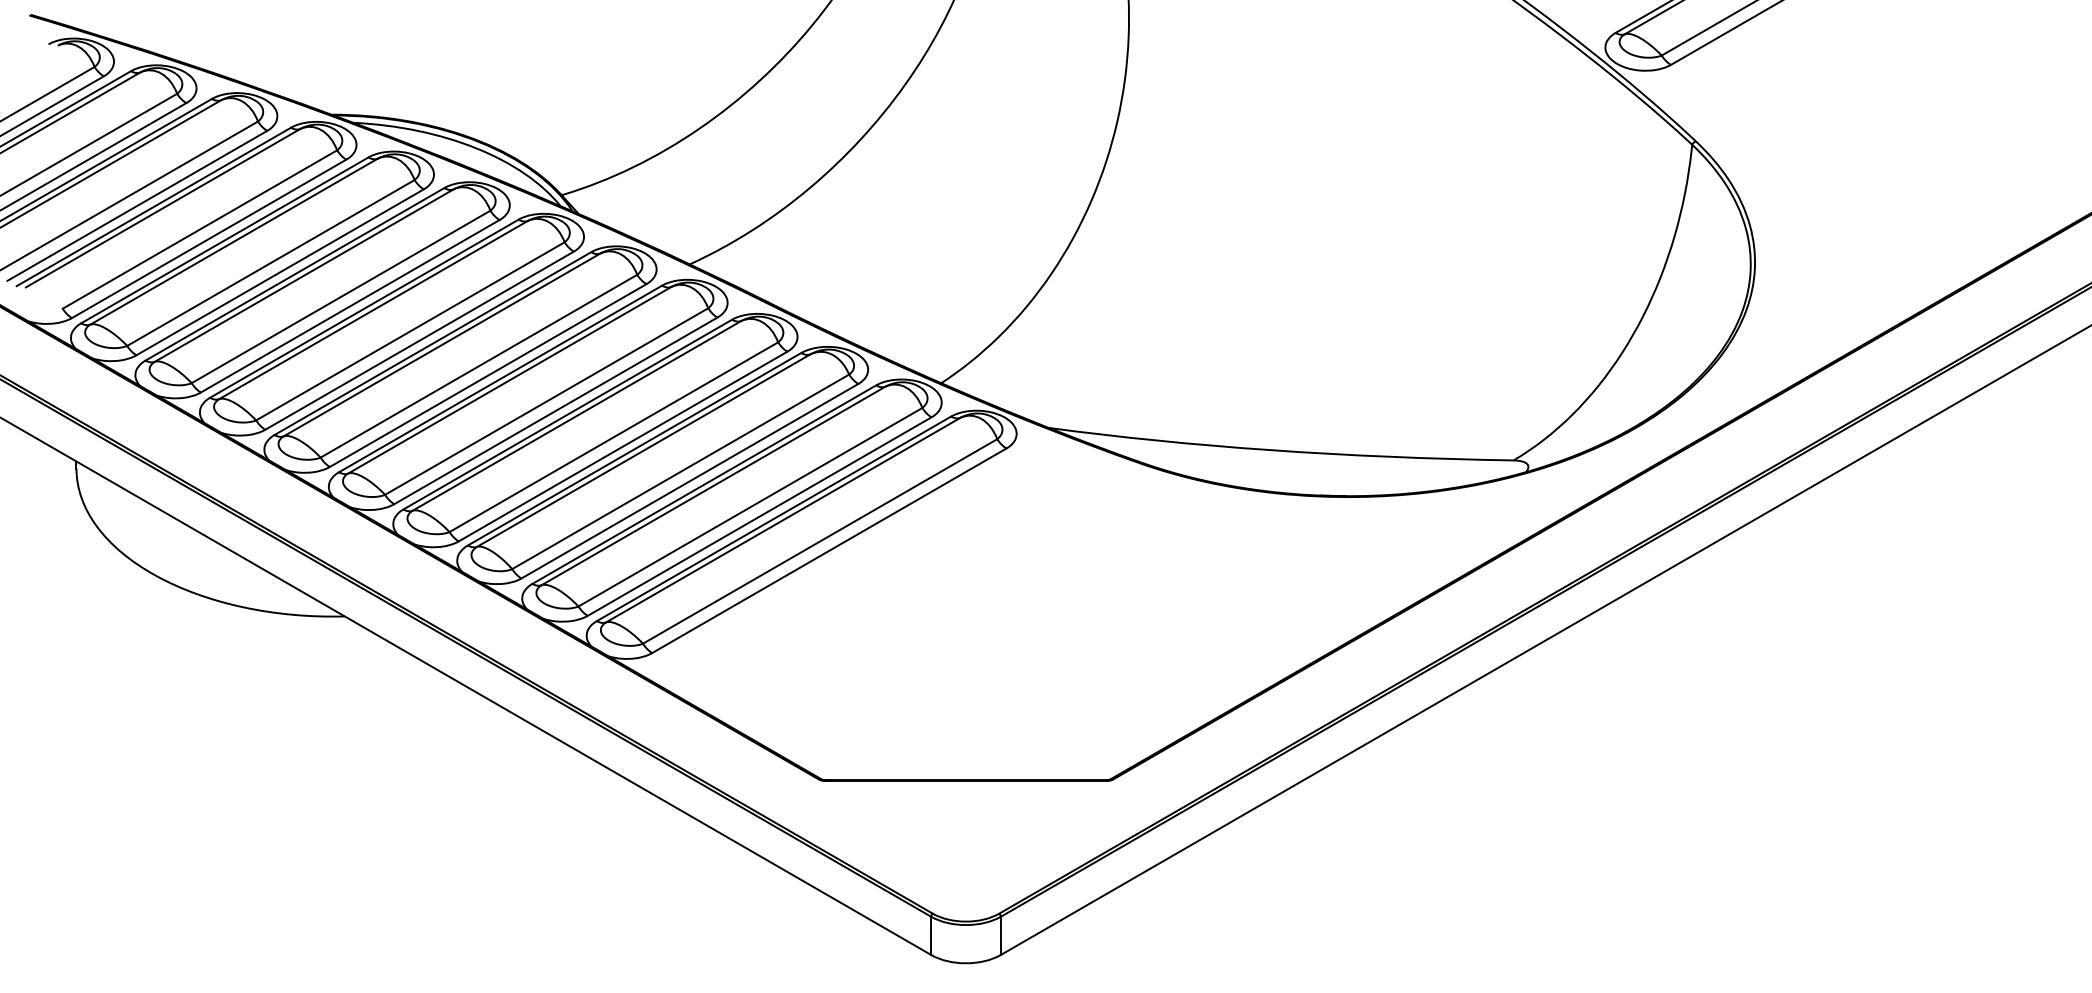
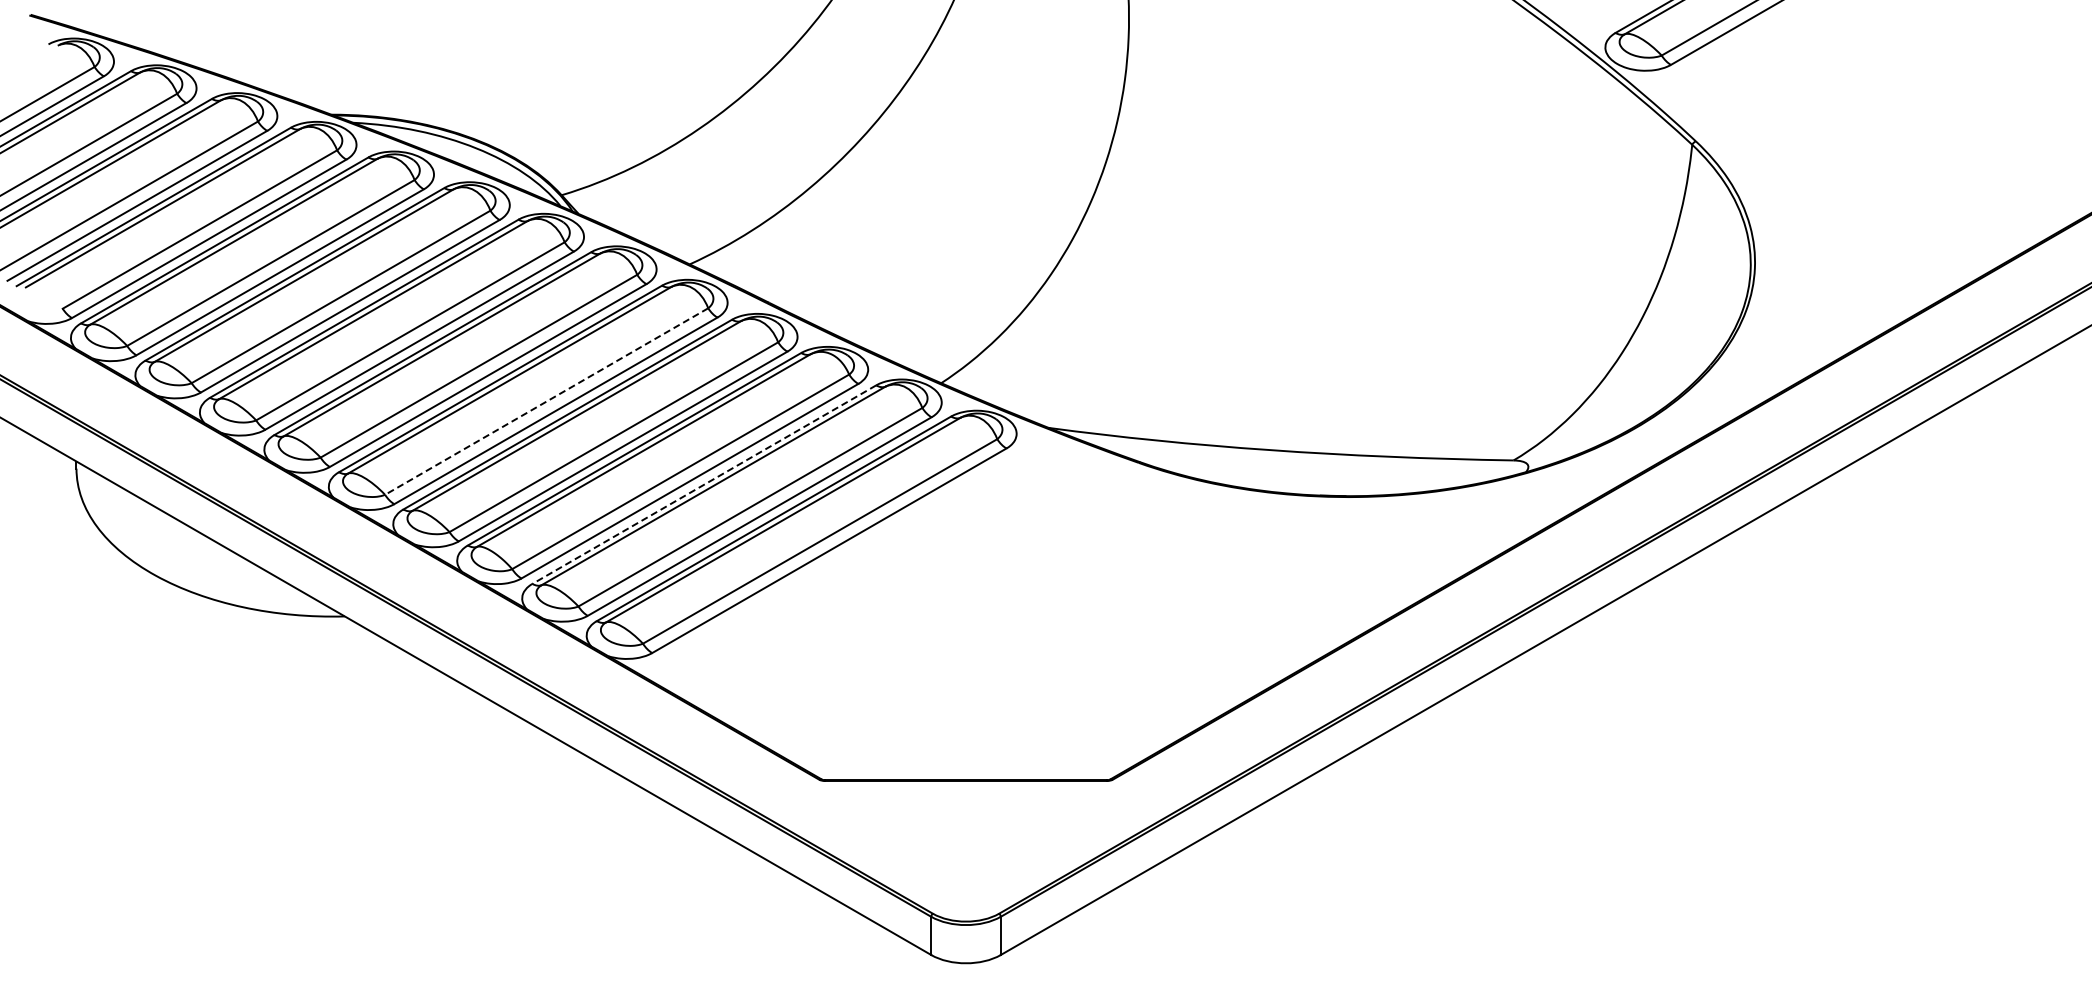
line at (546, 401): solid -> dashed
line at (704, 484): solid -> dashed
